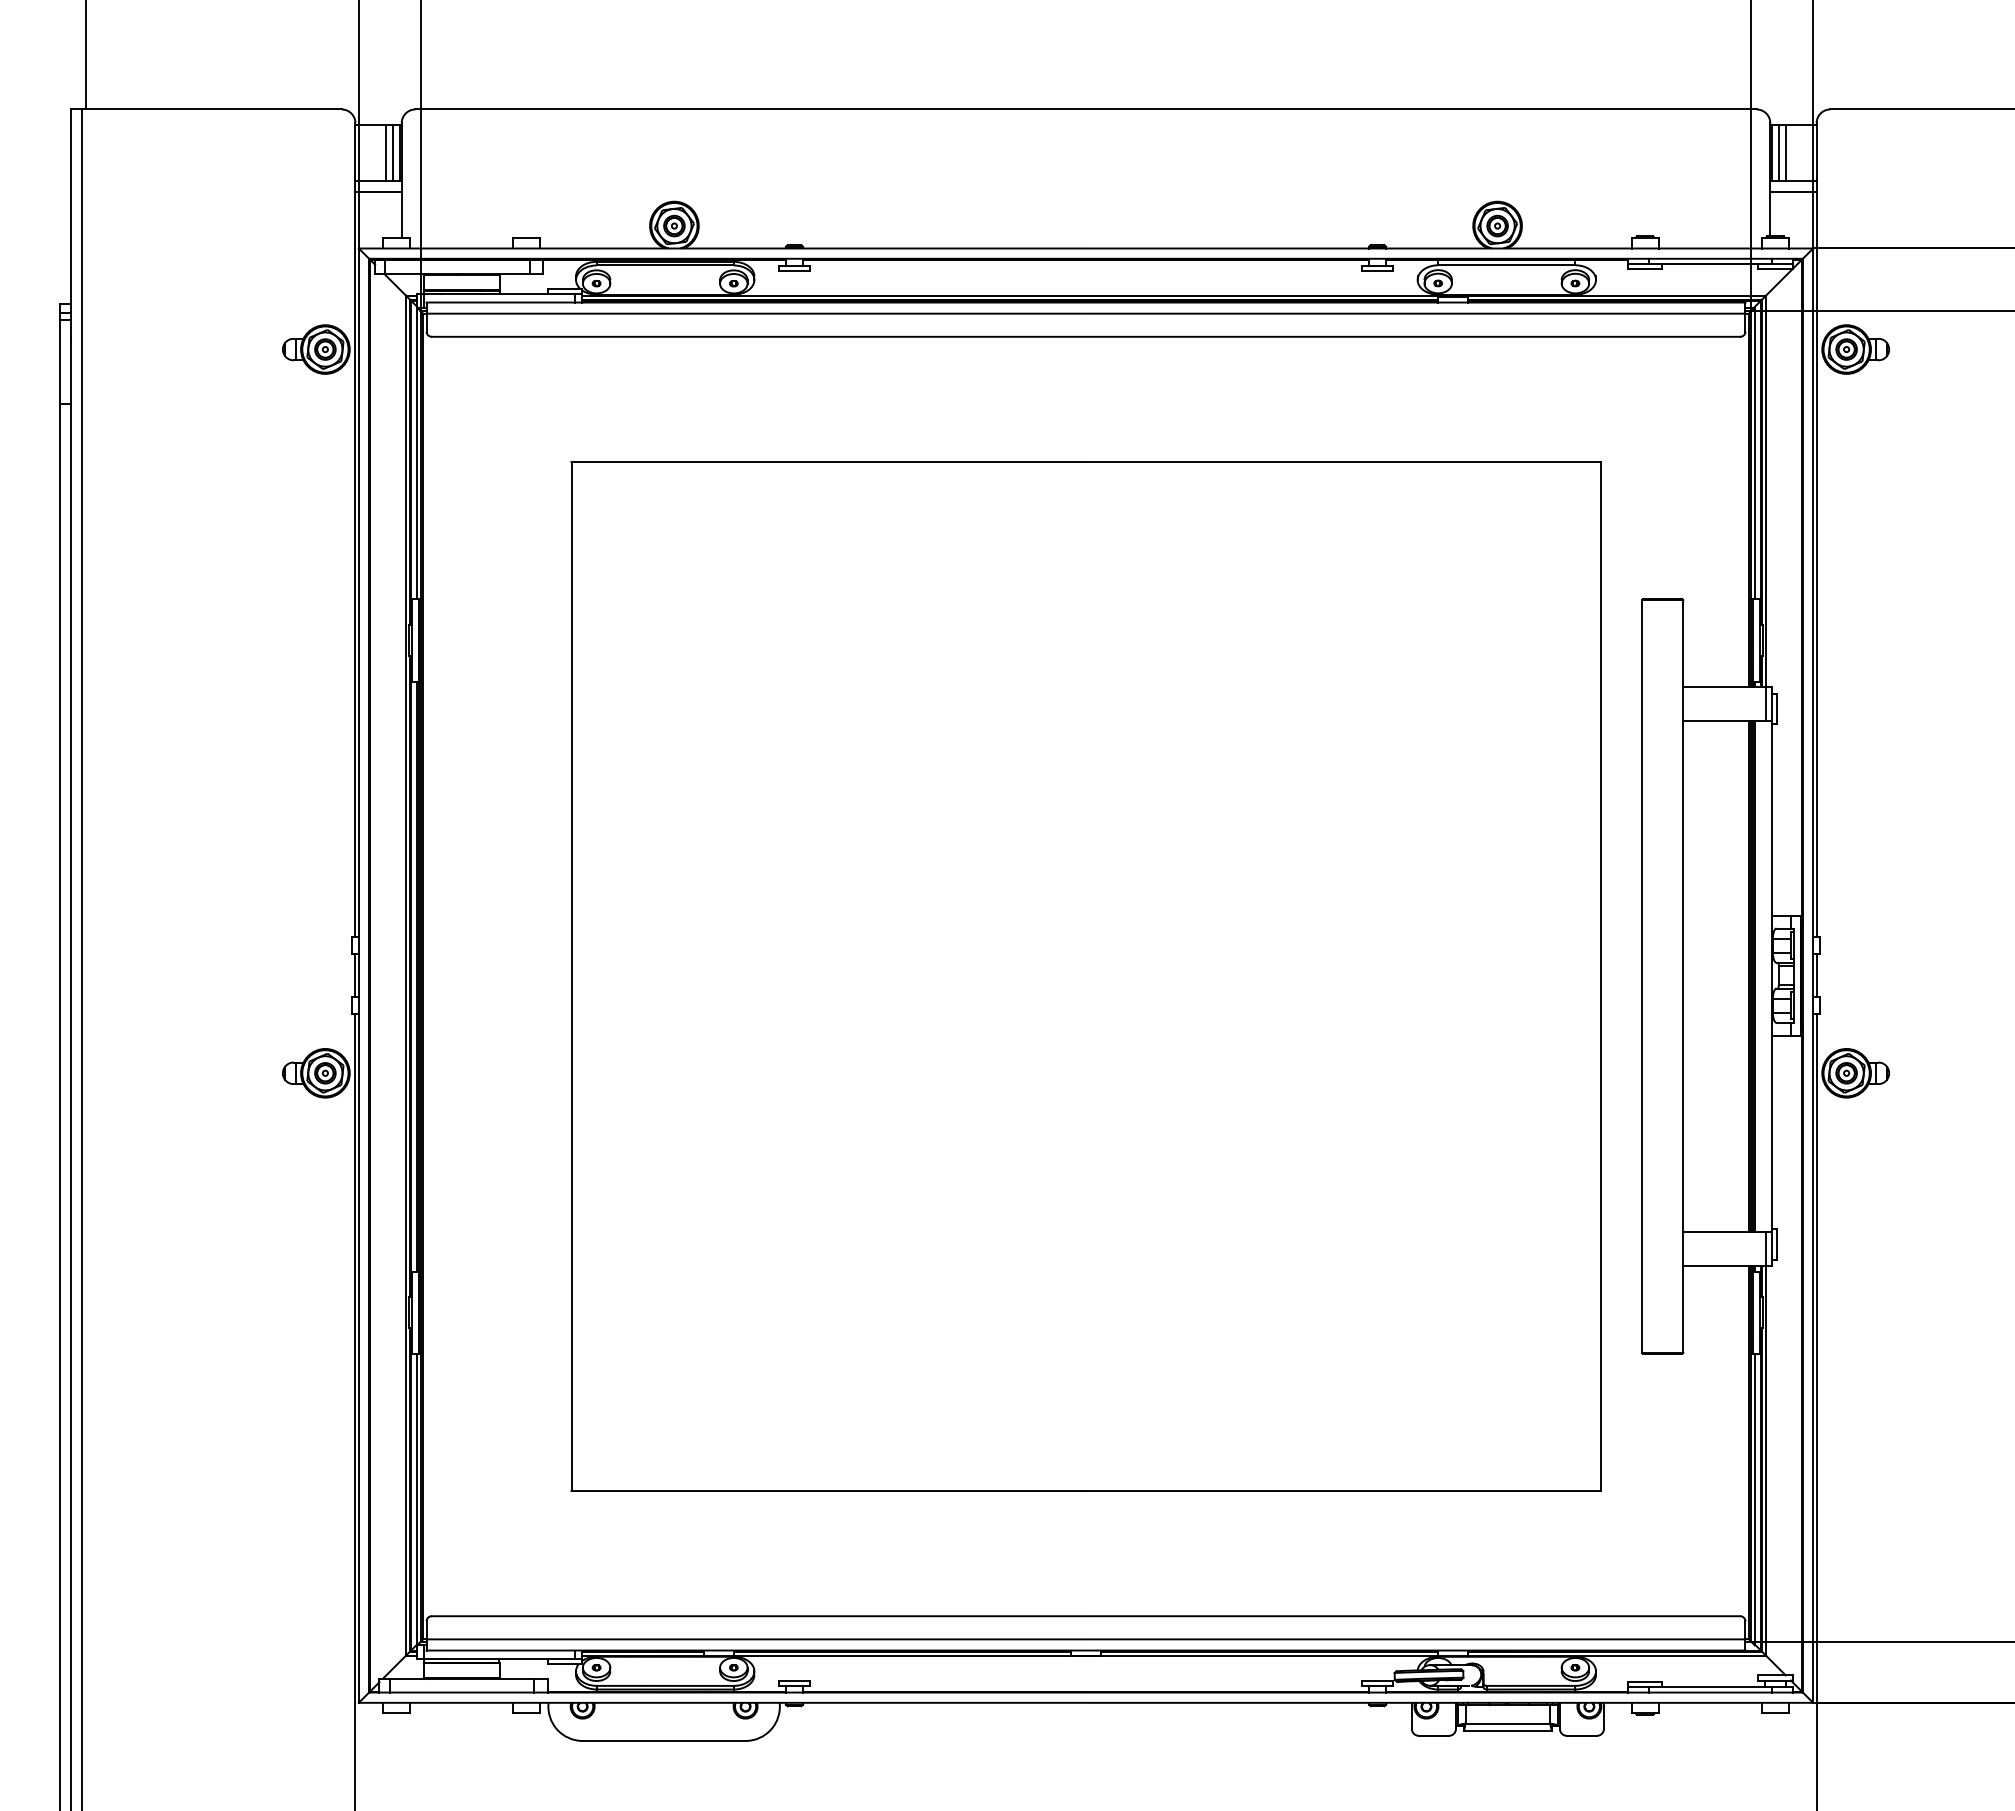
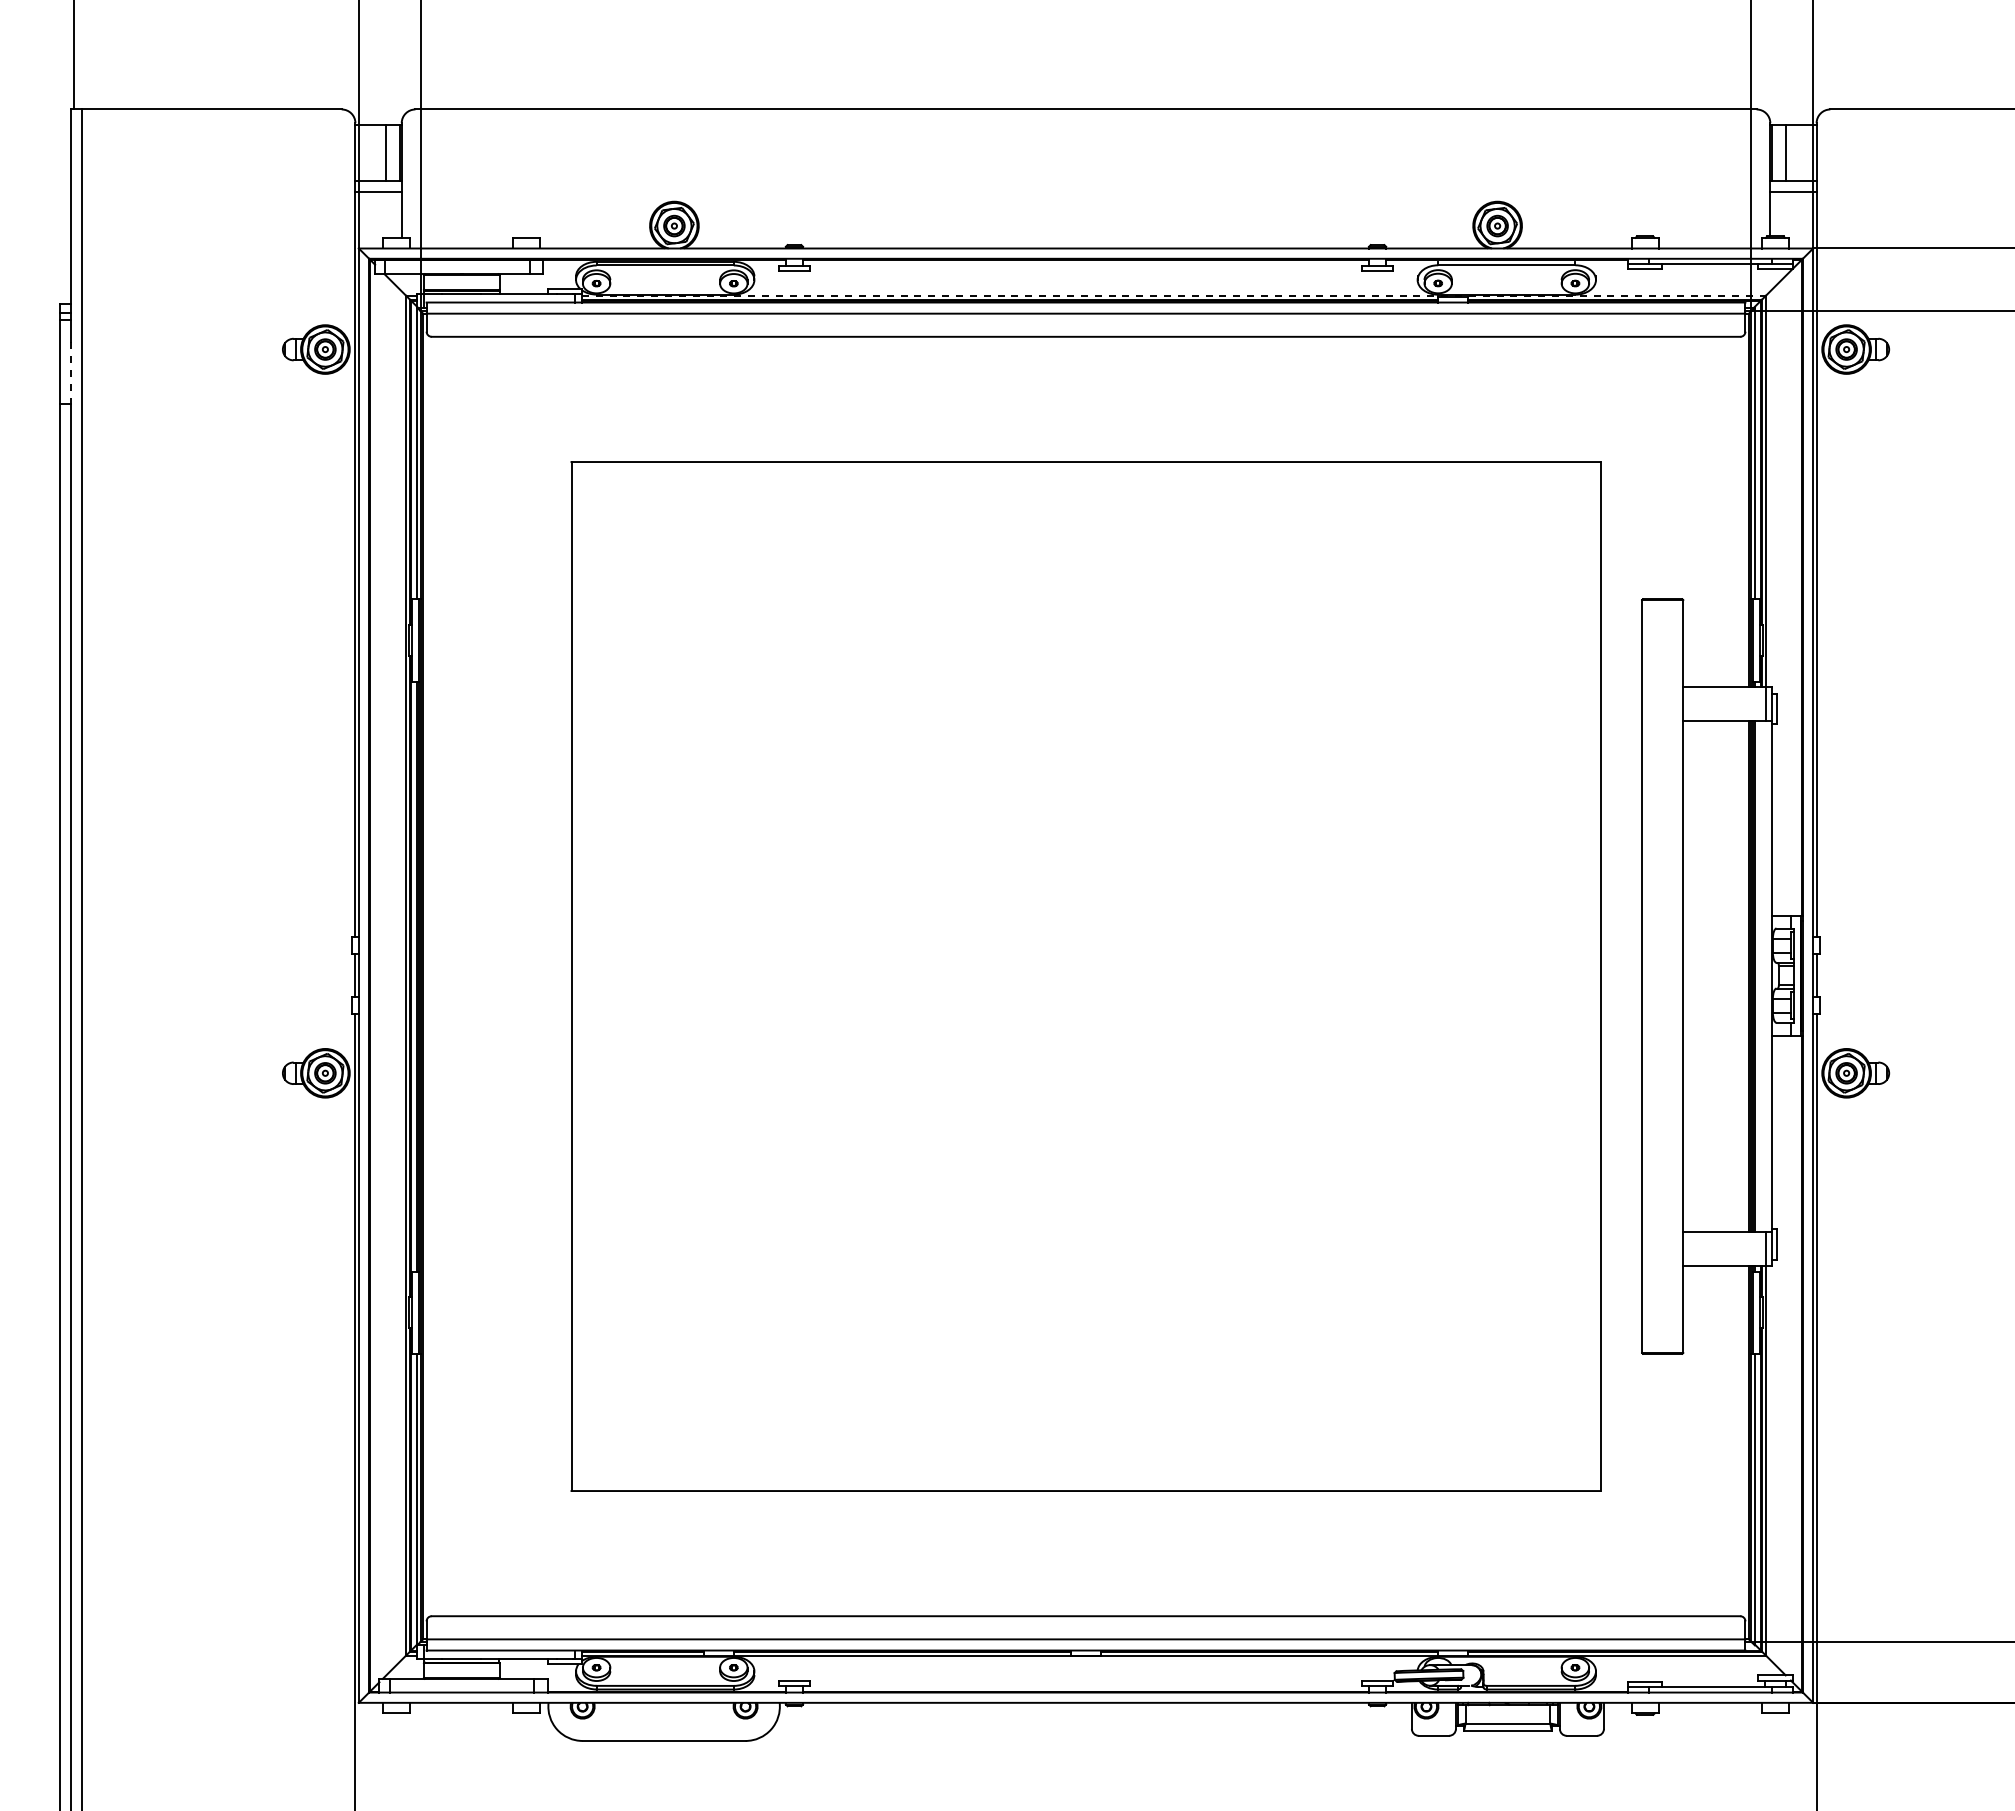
line at (86, 55) position: (86, 55) -> (74, 55)
line at (393, 152): present -> none
line at (1778, 152): present -> none
line at (1174, 295): solid -> dashed
line at (70, 372): solid -> dashed
